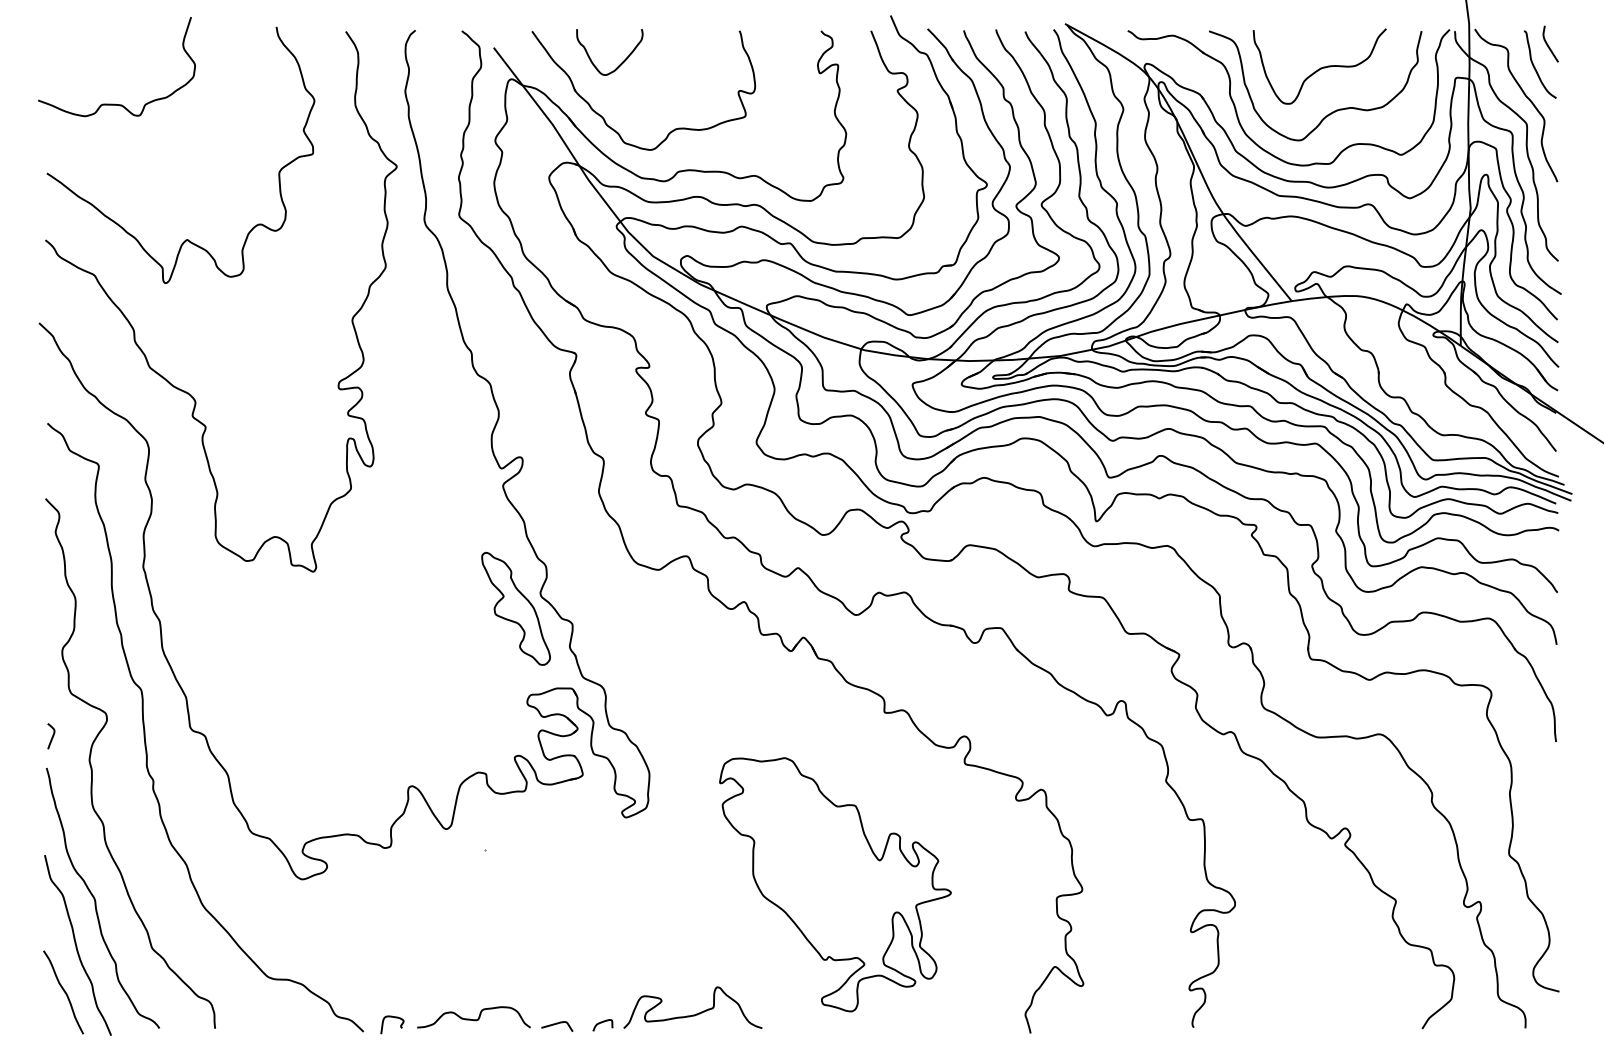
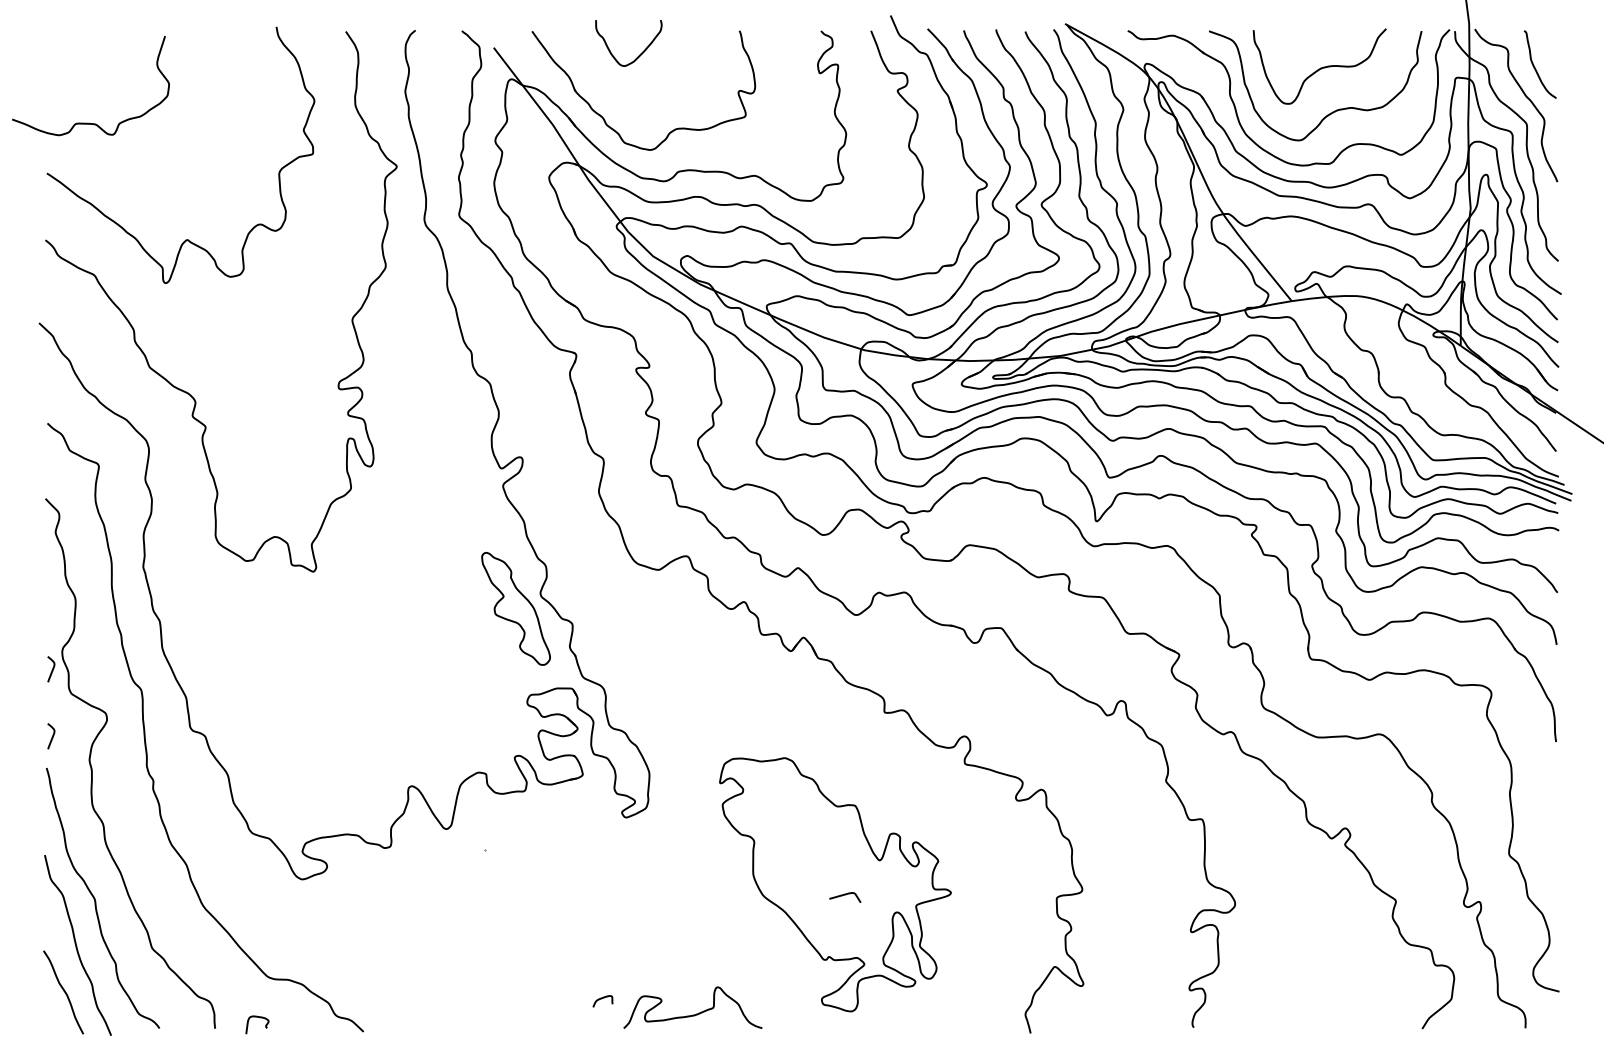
curve at (1548, 44): present -> none
curve at (620, 63) position: (620, 63) -> (639, 54)
curve at (115, 103) position: (115, 103) -> (89, 122)
curve at (52, 669): none -> present
curve at (395, 1018) position: (395, 1018) -> (260, 1018)
curve at (473, 1019): present -> none
curve at (601, 1023) position: (601, 1023) -> (601, 999)
curve at (557, 1024) position: (557, 1024) -> (845, 895)
